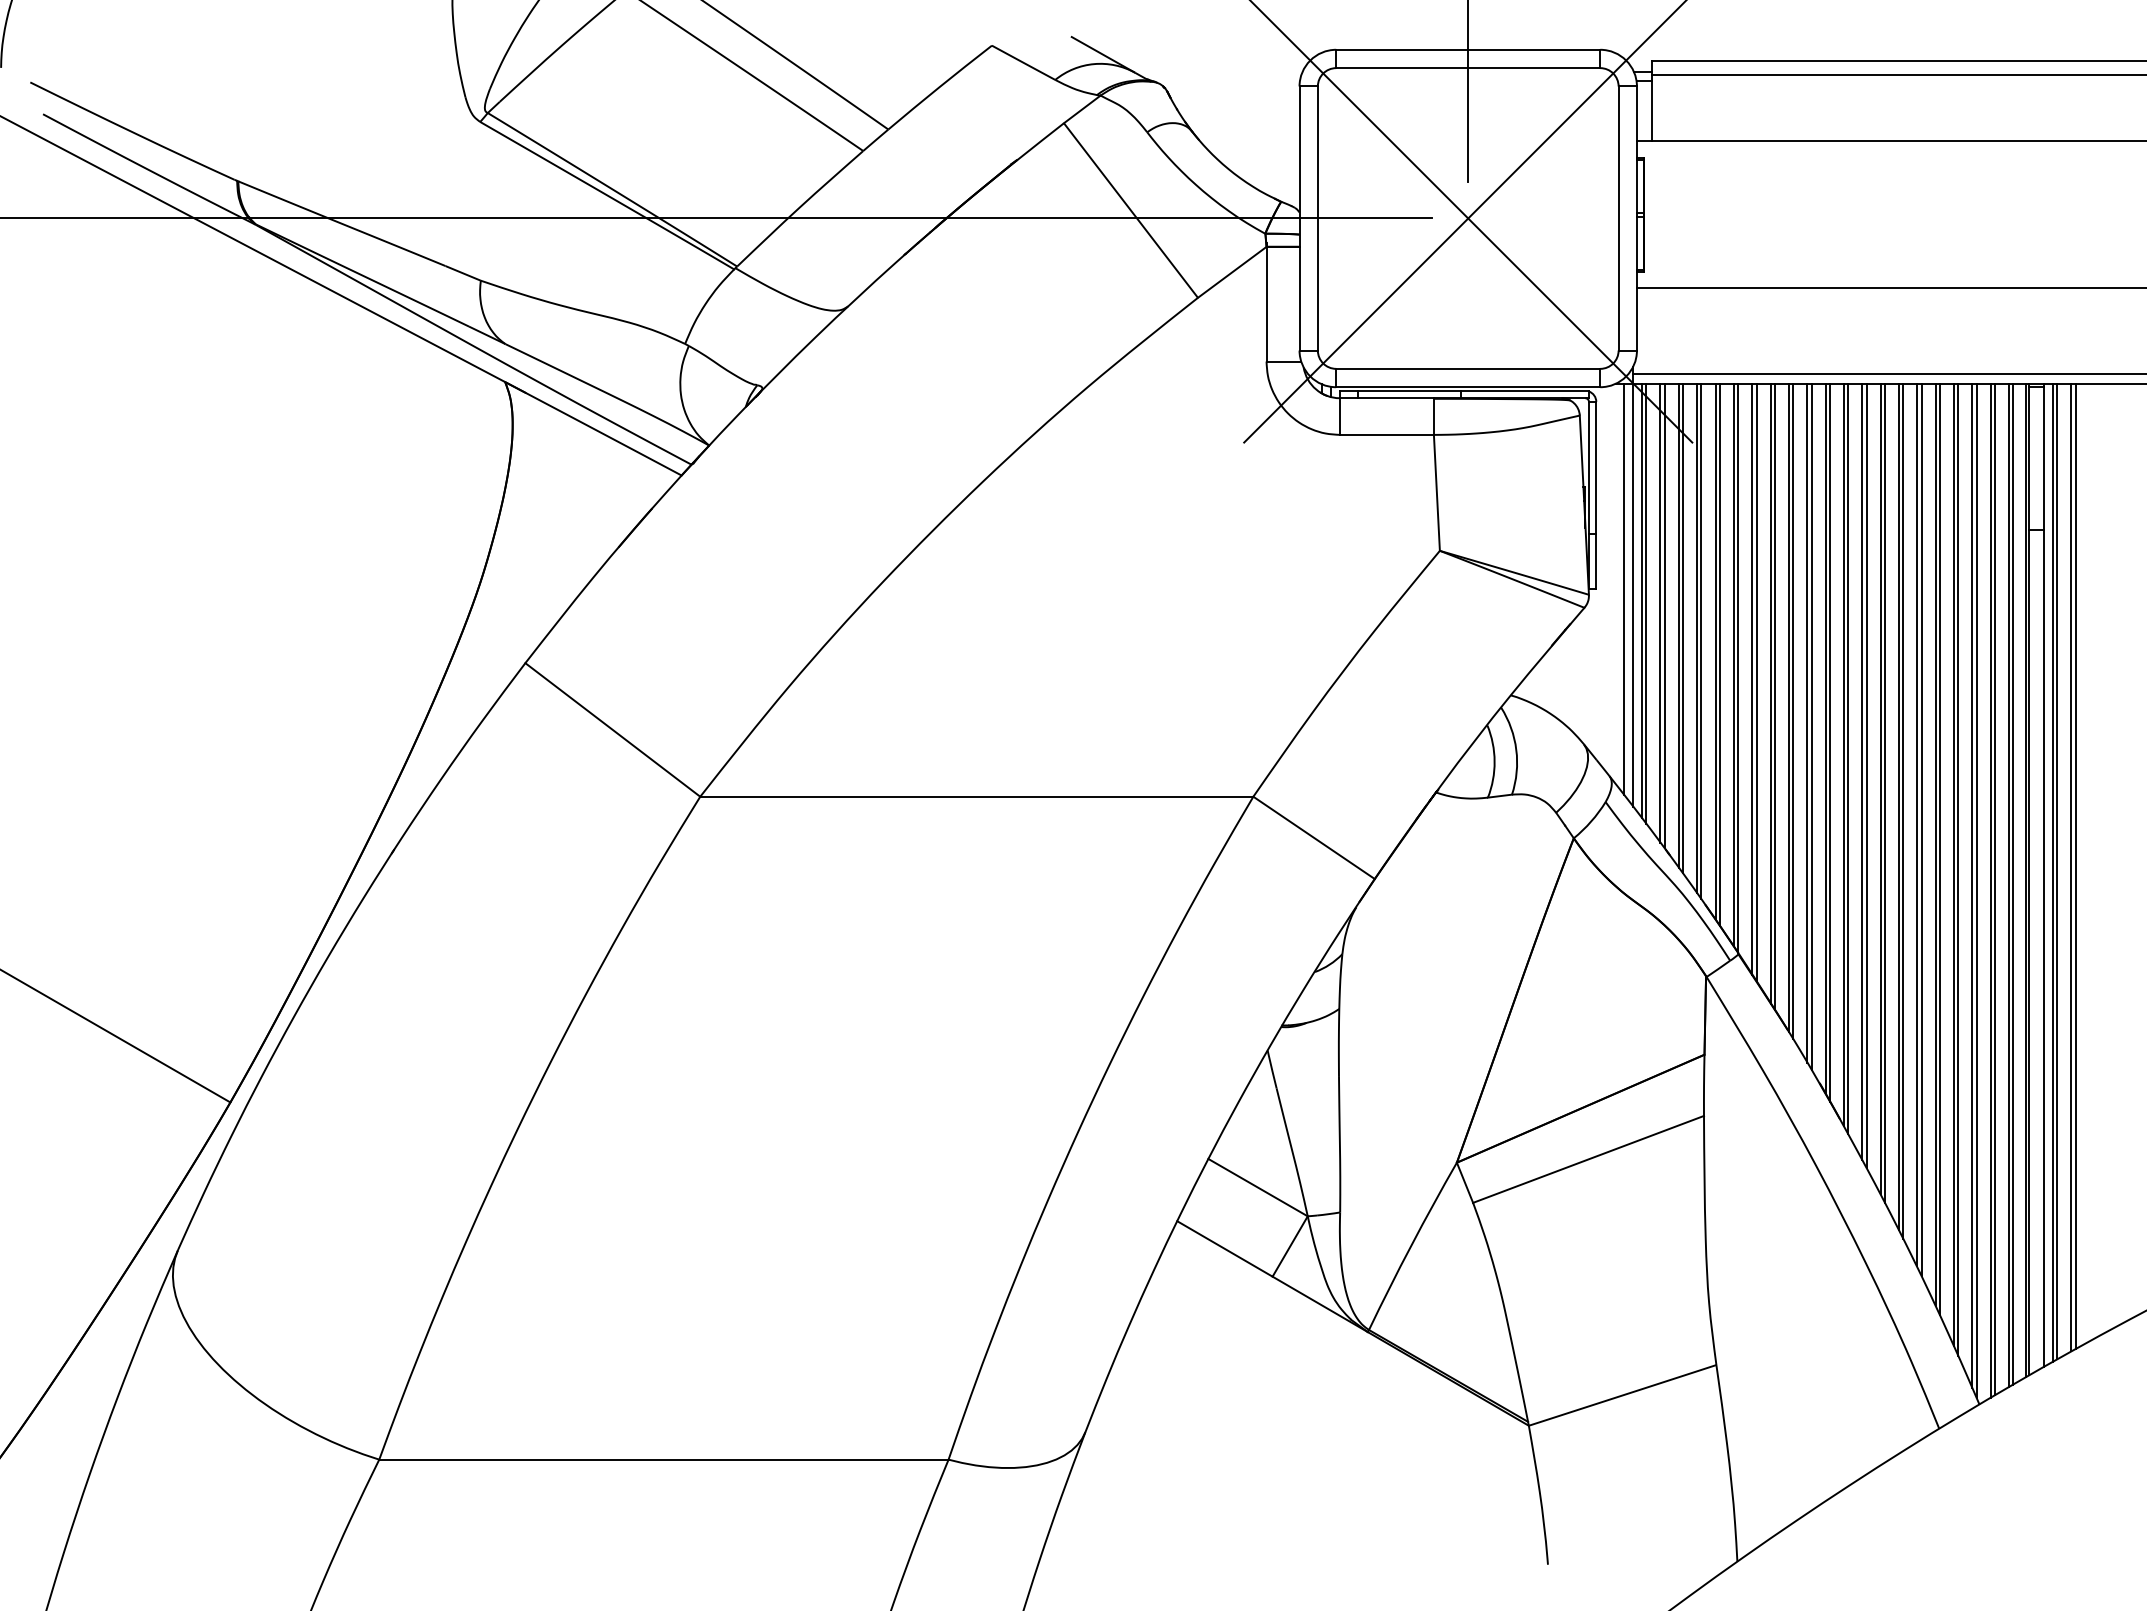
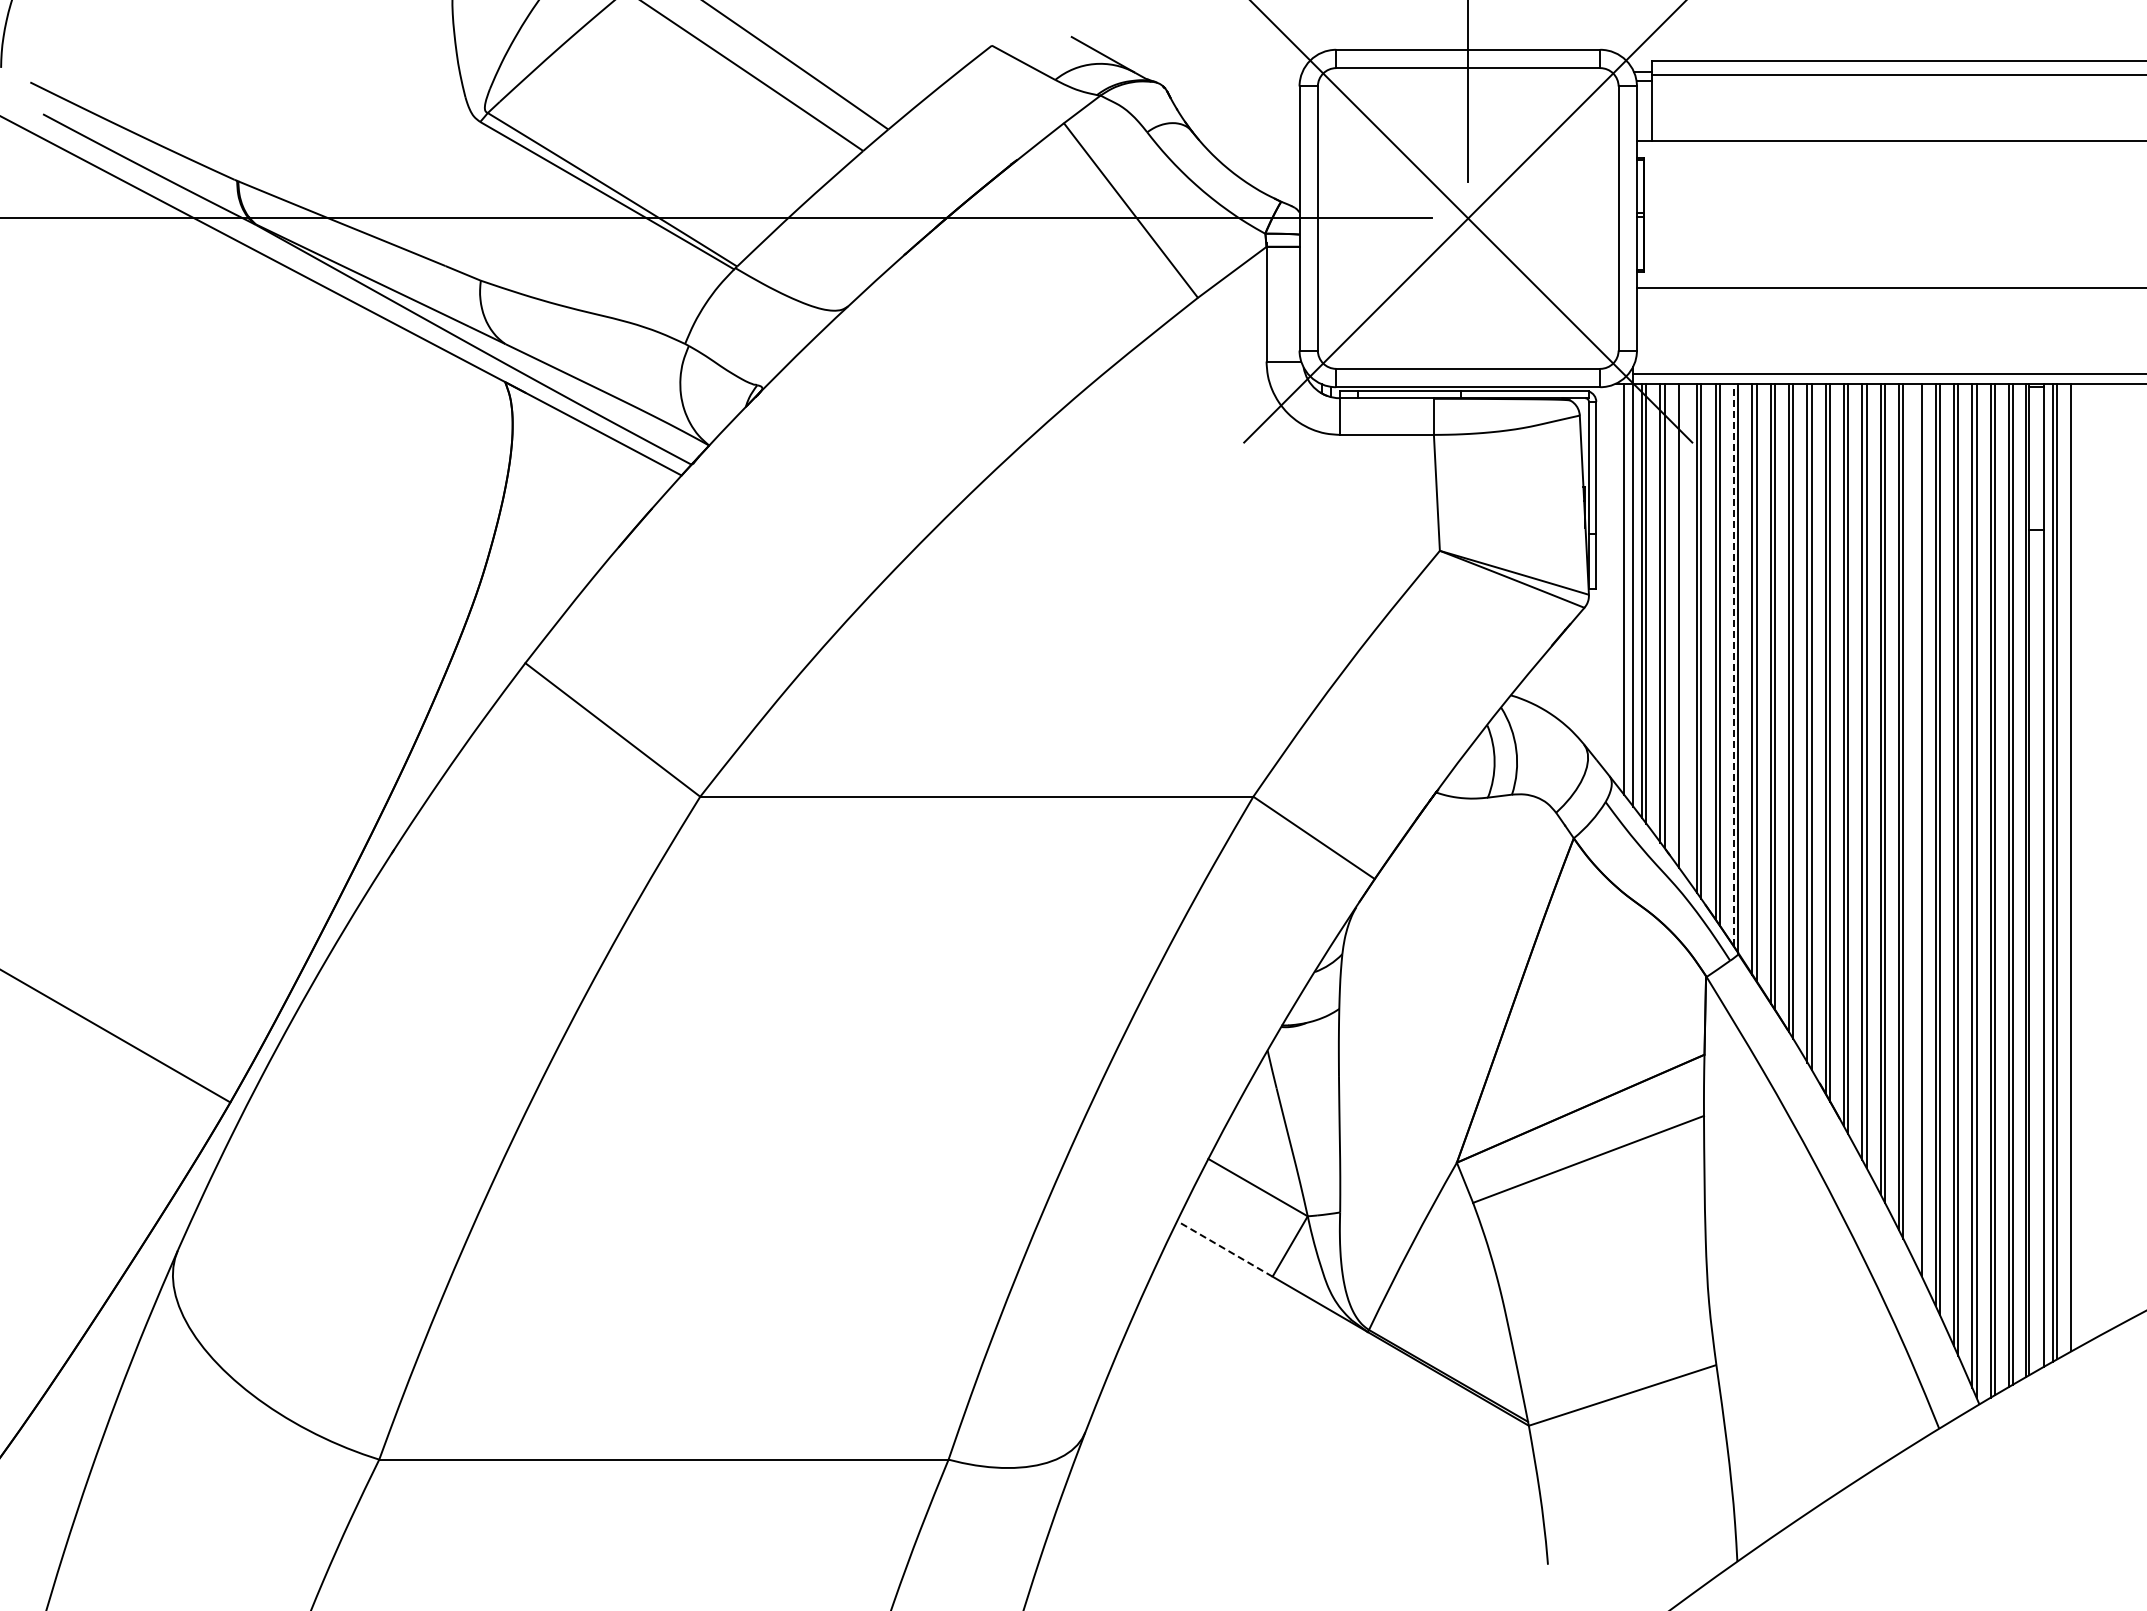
line at (1683, 628): present -> none
line at (1733, 664): solid -> dashed
line at (1917, 824): present -> none
line at (2075, 866): present -> none
line at (1224, 1248): solid -> dashed
